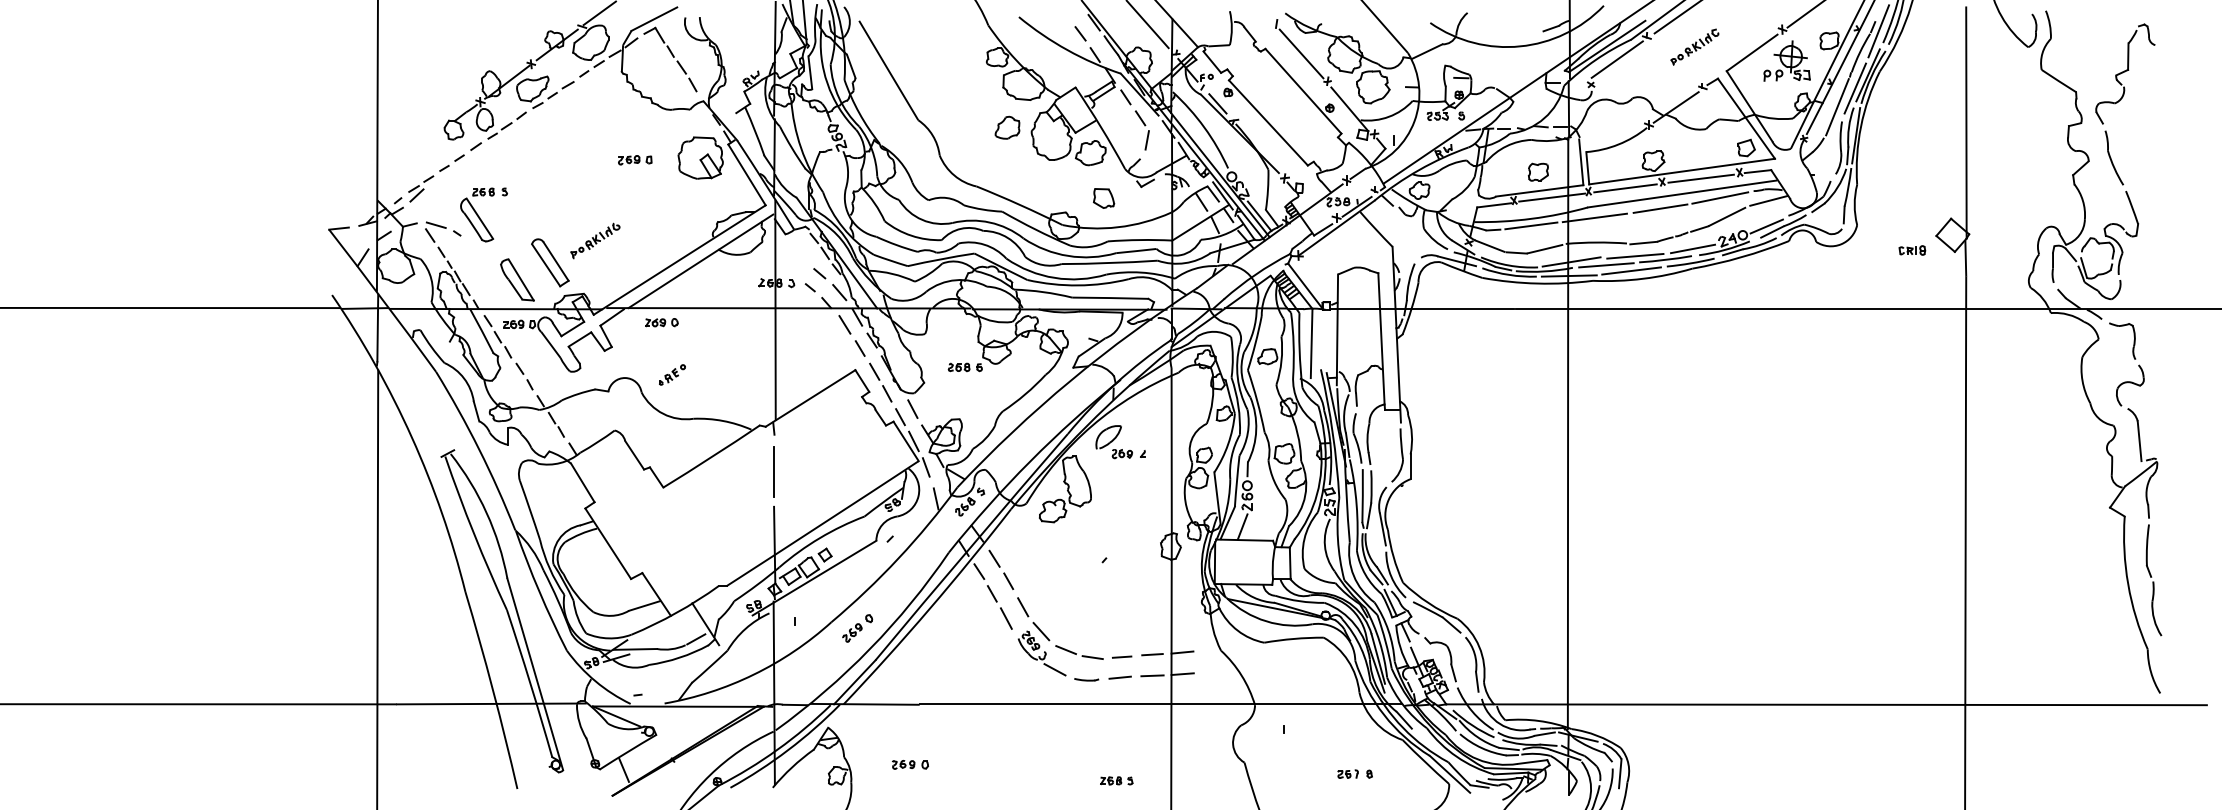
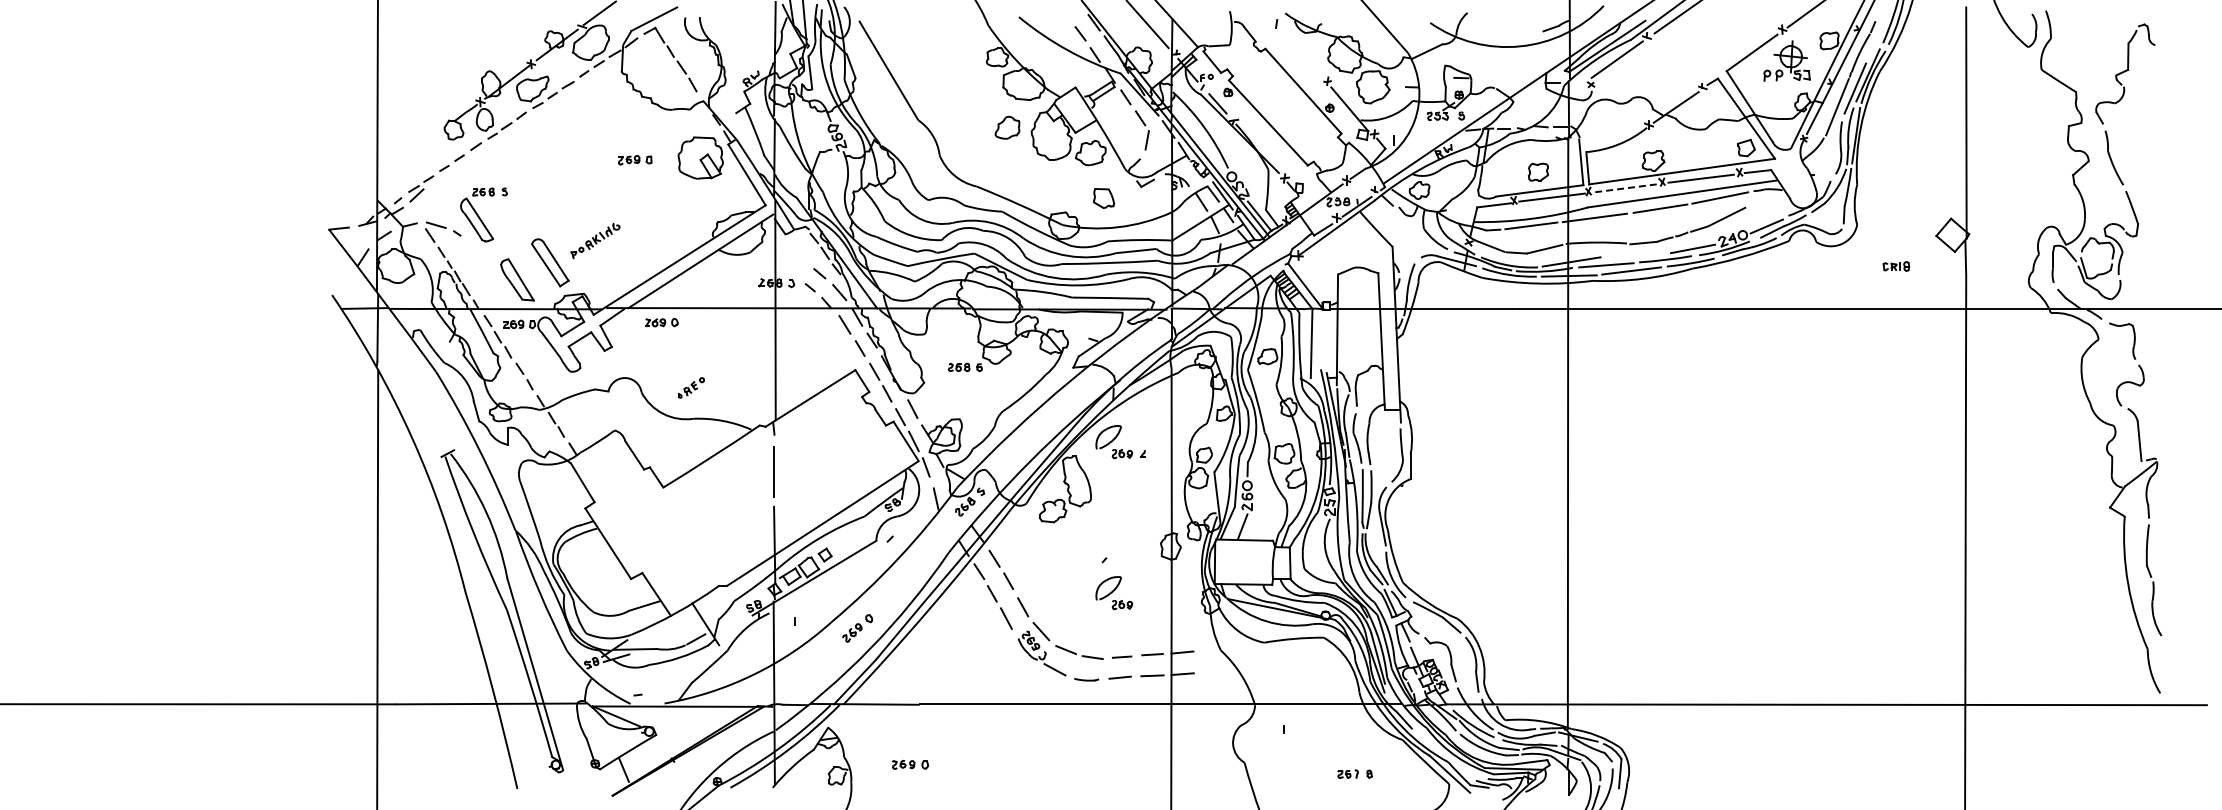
line at (1878, 31): present -> none
part at (1694, 46): present -> none
line at (1301, 53): present -> none
line at (1625, 188): solid -> dashed
line at (1768, 200): present -> none
part at (1912, 250) position: (1912, 250) -> (1896, 266)
line at (1635, 255): present -> none
line at (171, 307): present -> none
part at (672, 374) position: (672, 374) -> (691, 387)
part at (1113, 593): none -> present
part at (1116, 780): present -> none
